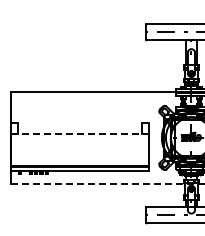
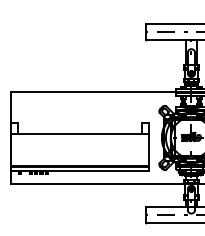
line at (80, 134): dashed -> solid
line at (107, 183): dashed -> solid
